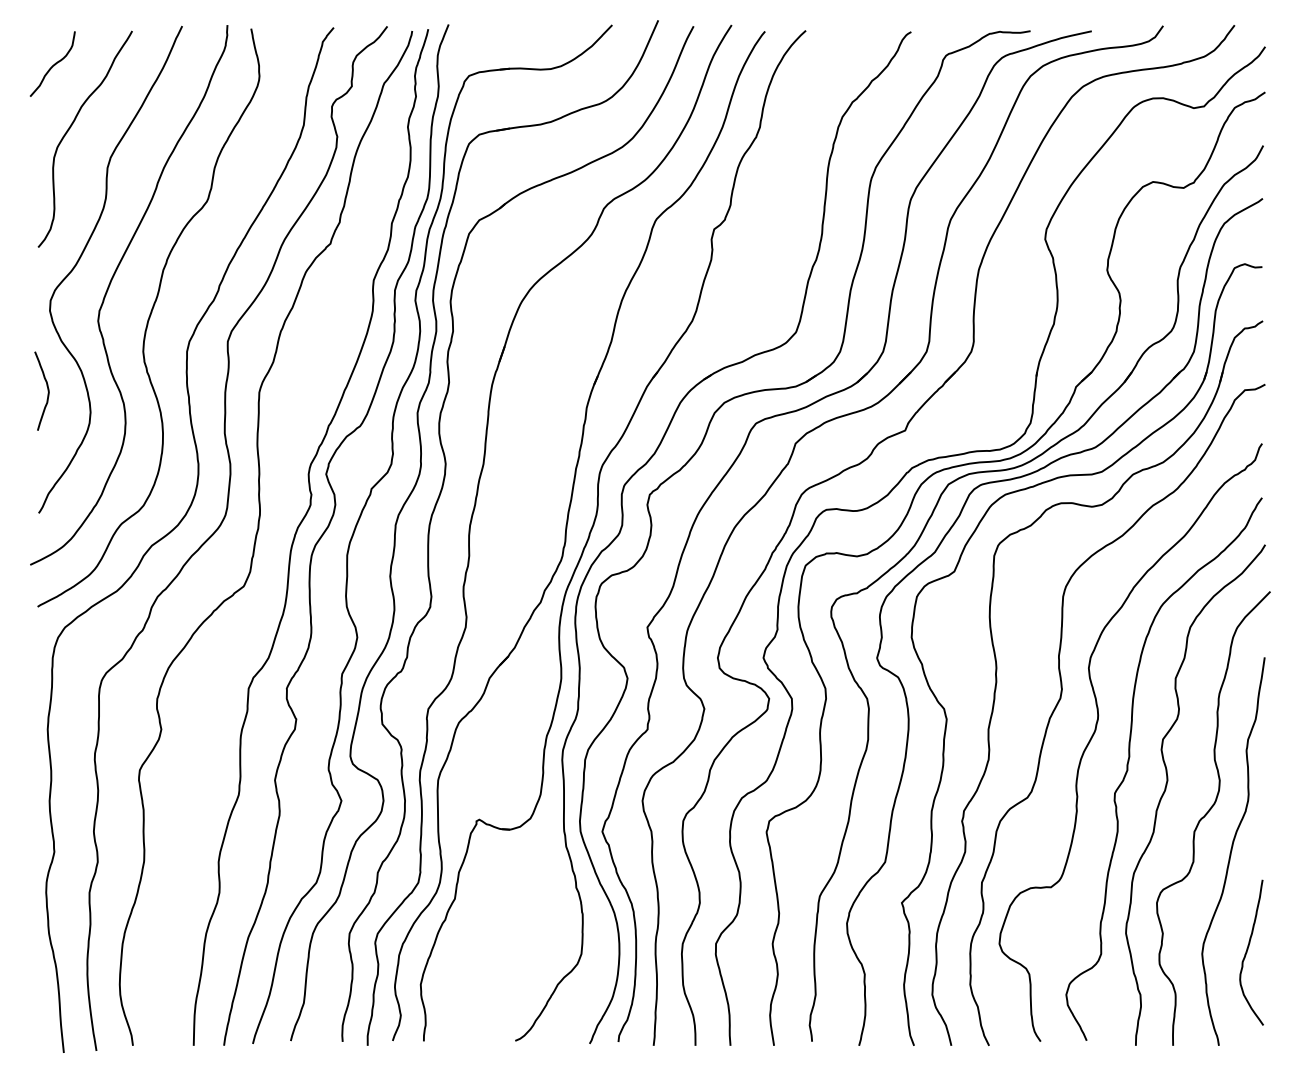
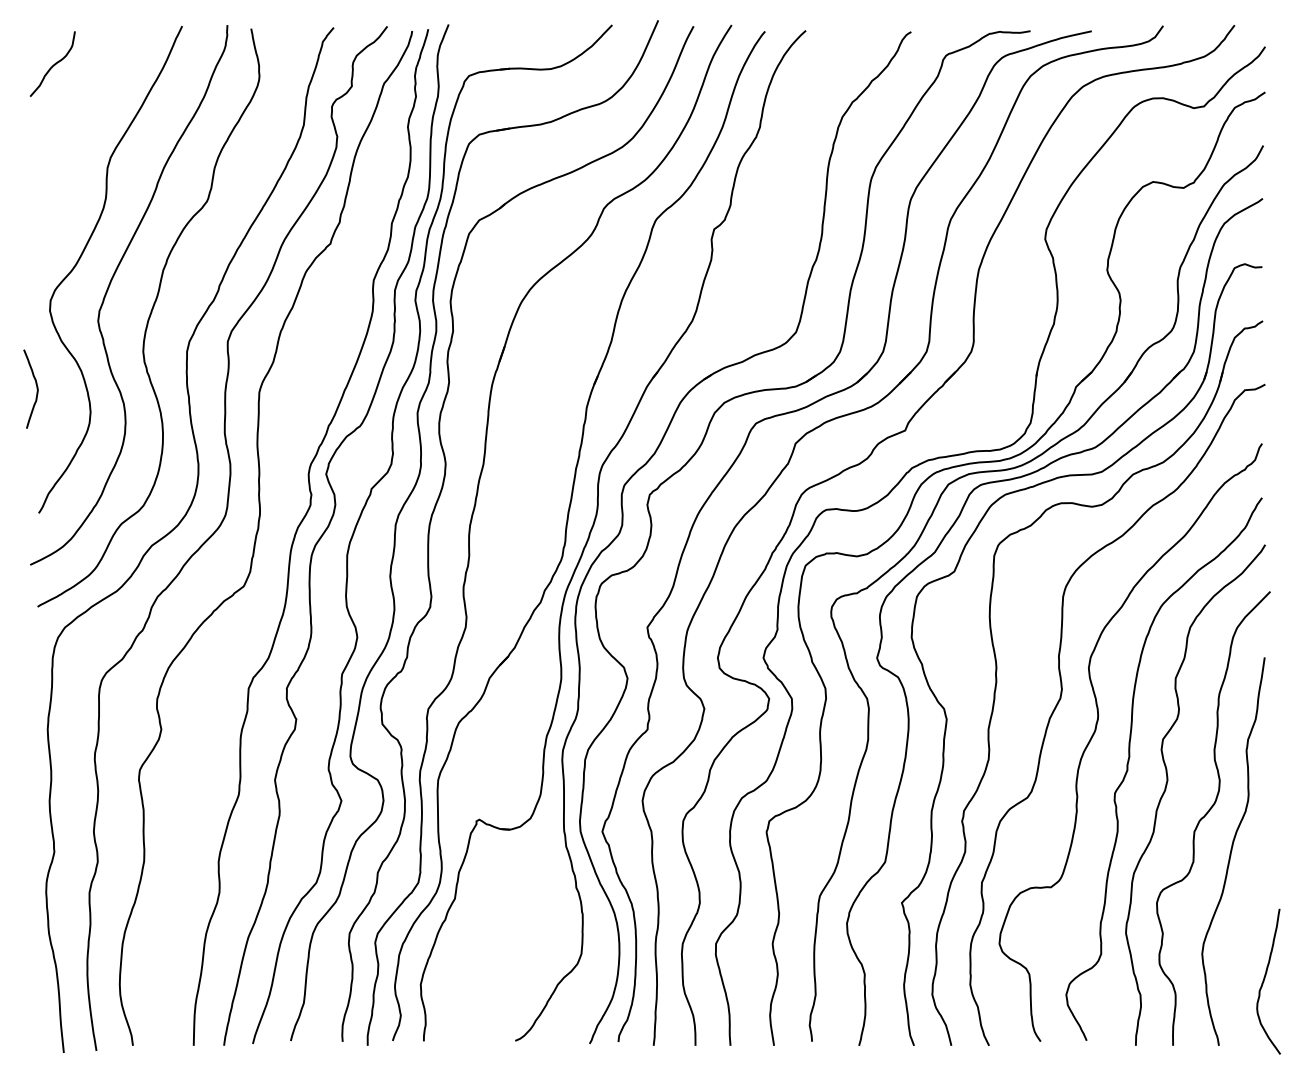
curve at (69, 130): present -> none
curve at (47, 390) position: (47, 390) -> (36, 388)
curve at (1247, 952) position: (1247, 952) -> (1264, 981)
